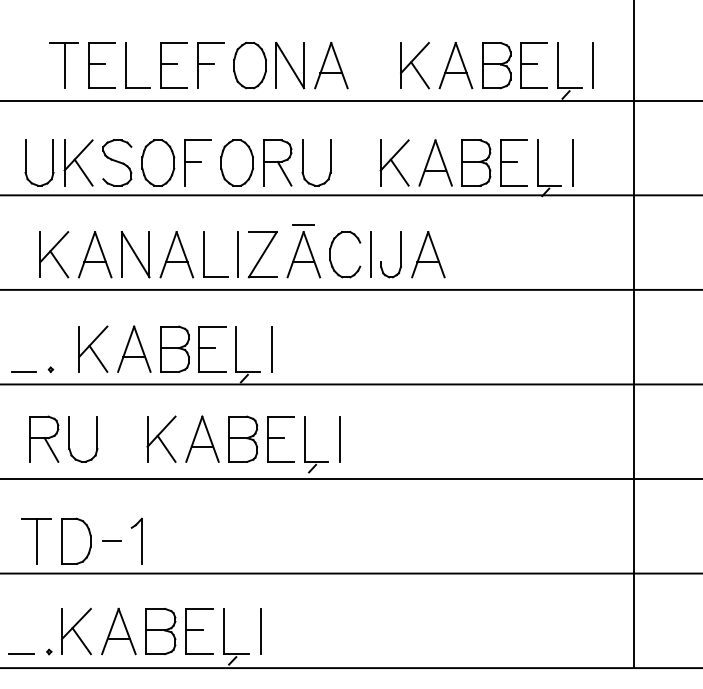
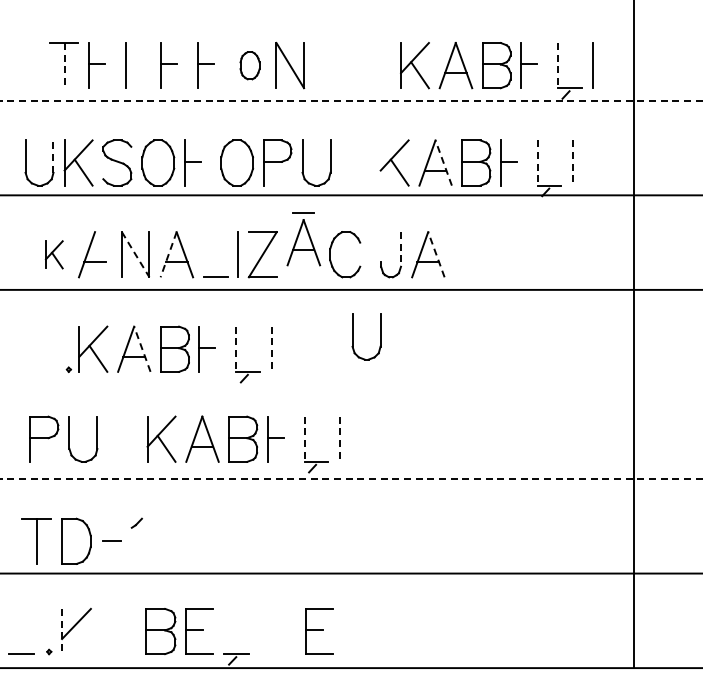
line at (101, 43): present -> none
line at (173, 43): present -> none
line at (210, 43): present -> none
line at (534, 43): present -> none
line at (64, 65): solid -> dashed
part at (249, 65) size: 34x48 px -> 22x30 px
part at (331, 65): present -> none
line at (558, 65): solid -> dashed
line at (101, 88): present -> none
line at (137, 88): present -> none
line at (173, 88): present -> none
line at (534, 88): present -> none
line at (351, 100): solid -> dashed
line at (197, 140): present -> none
line at (513, 140): present -> none
line at (53, 156): solid -> dashed
line at (380, 162): present -> none
line at (443, 162): solid -> dashed
line at (537, 163): solid -> dashed
line at (572, 163): solid -> dashed
line at (284, 173): present -> none
line at (513, 185): present -> none
line at (401, 249): solid -> dashed
part at (303, 251) position: (303, 251) -> (303, 239)
part at (54, 254) size: 31x48 px -> 20x30 px
line at (103, 254): present -> none
line at (168, 254): solid -> dashed
line at (203, 254): present -> none
line at (370, 254): present -> none
line at (436, 254): solid -> dashed
line at (135, 255): solid -> dashed
line at (212, 326): present -> none
part at (353, 336): none -> present
line at (142, 348): solid -> dashed
line at (236, 349): solid -> dashed
line at (271, 349): solid -> dashed
part at (50, 369) position: (50, 369) -> (68, 369)
line at (24, 371): present -> none
line at (212, 371): present -> none
line at (350, 384): present -> none
line at (280, 416): present -> none
line at (304, 439): solid -> dashed
line at (339, 439): solid -> dashed
line at (51, 449): present -> none
line at (280, 461): present -> none
line at (351, 479): solid -> dashed
line at (141, 540): present -> none
line at (62, 631): solid -> dashed
part at (118, 631): present -> none
line at (224, 631): present -> none
line at (260, 631): present -> none
part at (319, 631): none -> present
line at (81, 641): present -> none
